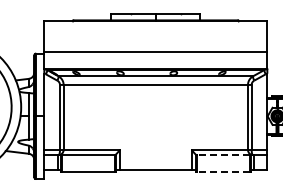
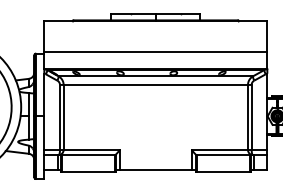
line at (222, 155): dashed -> solid
line at (222, 172): dashed -> solid
